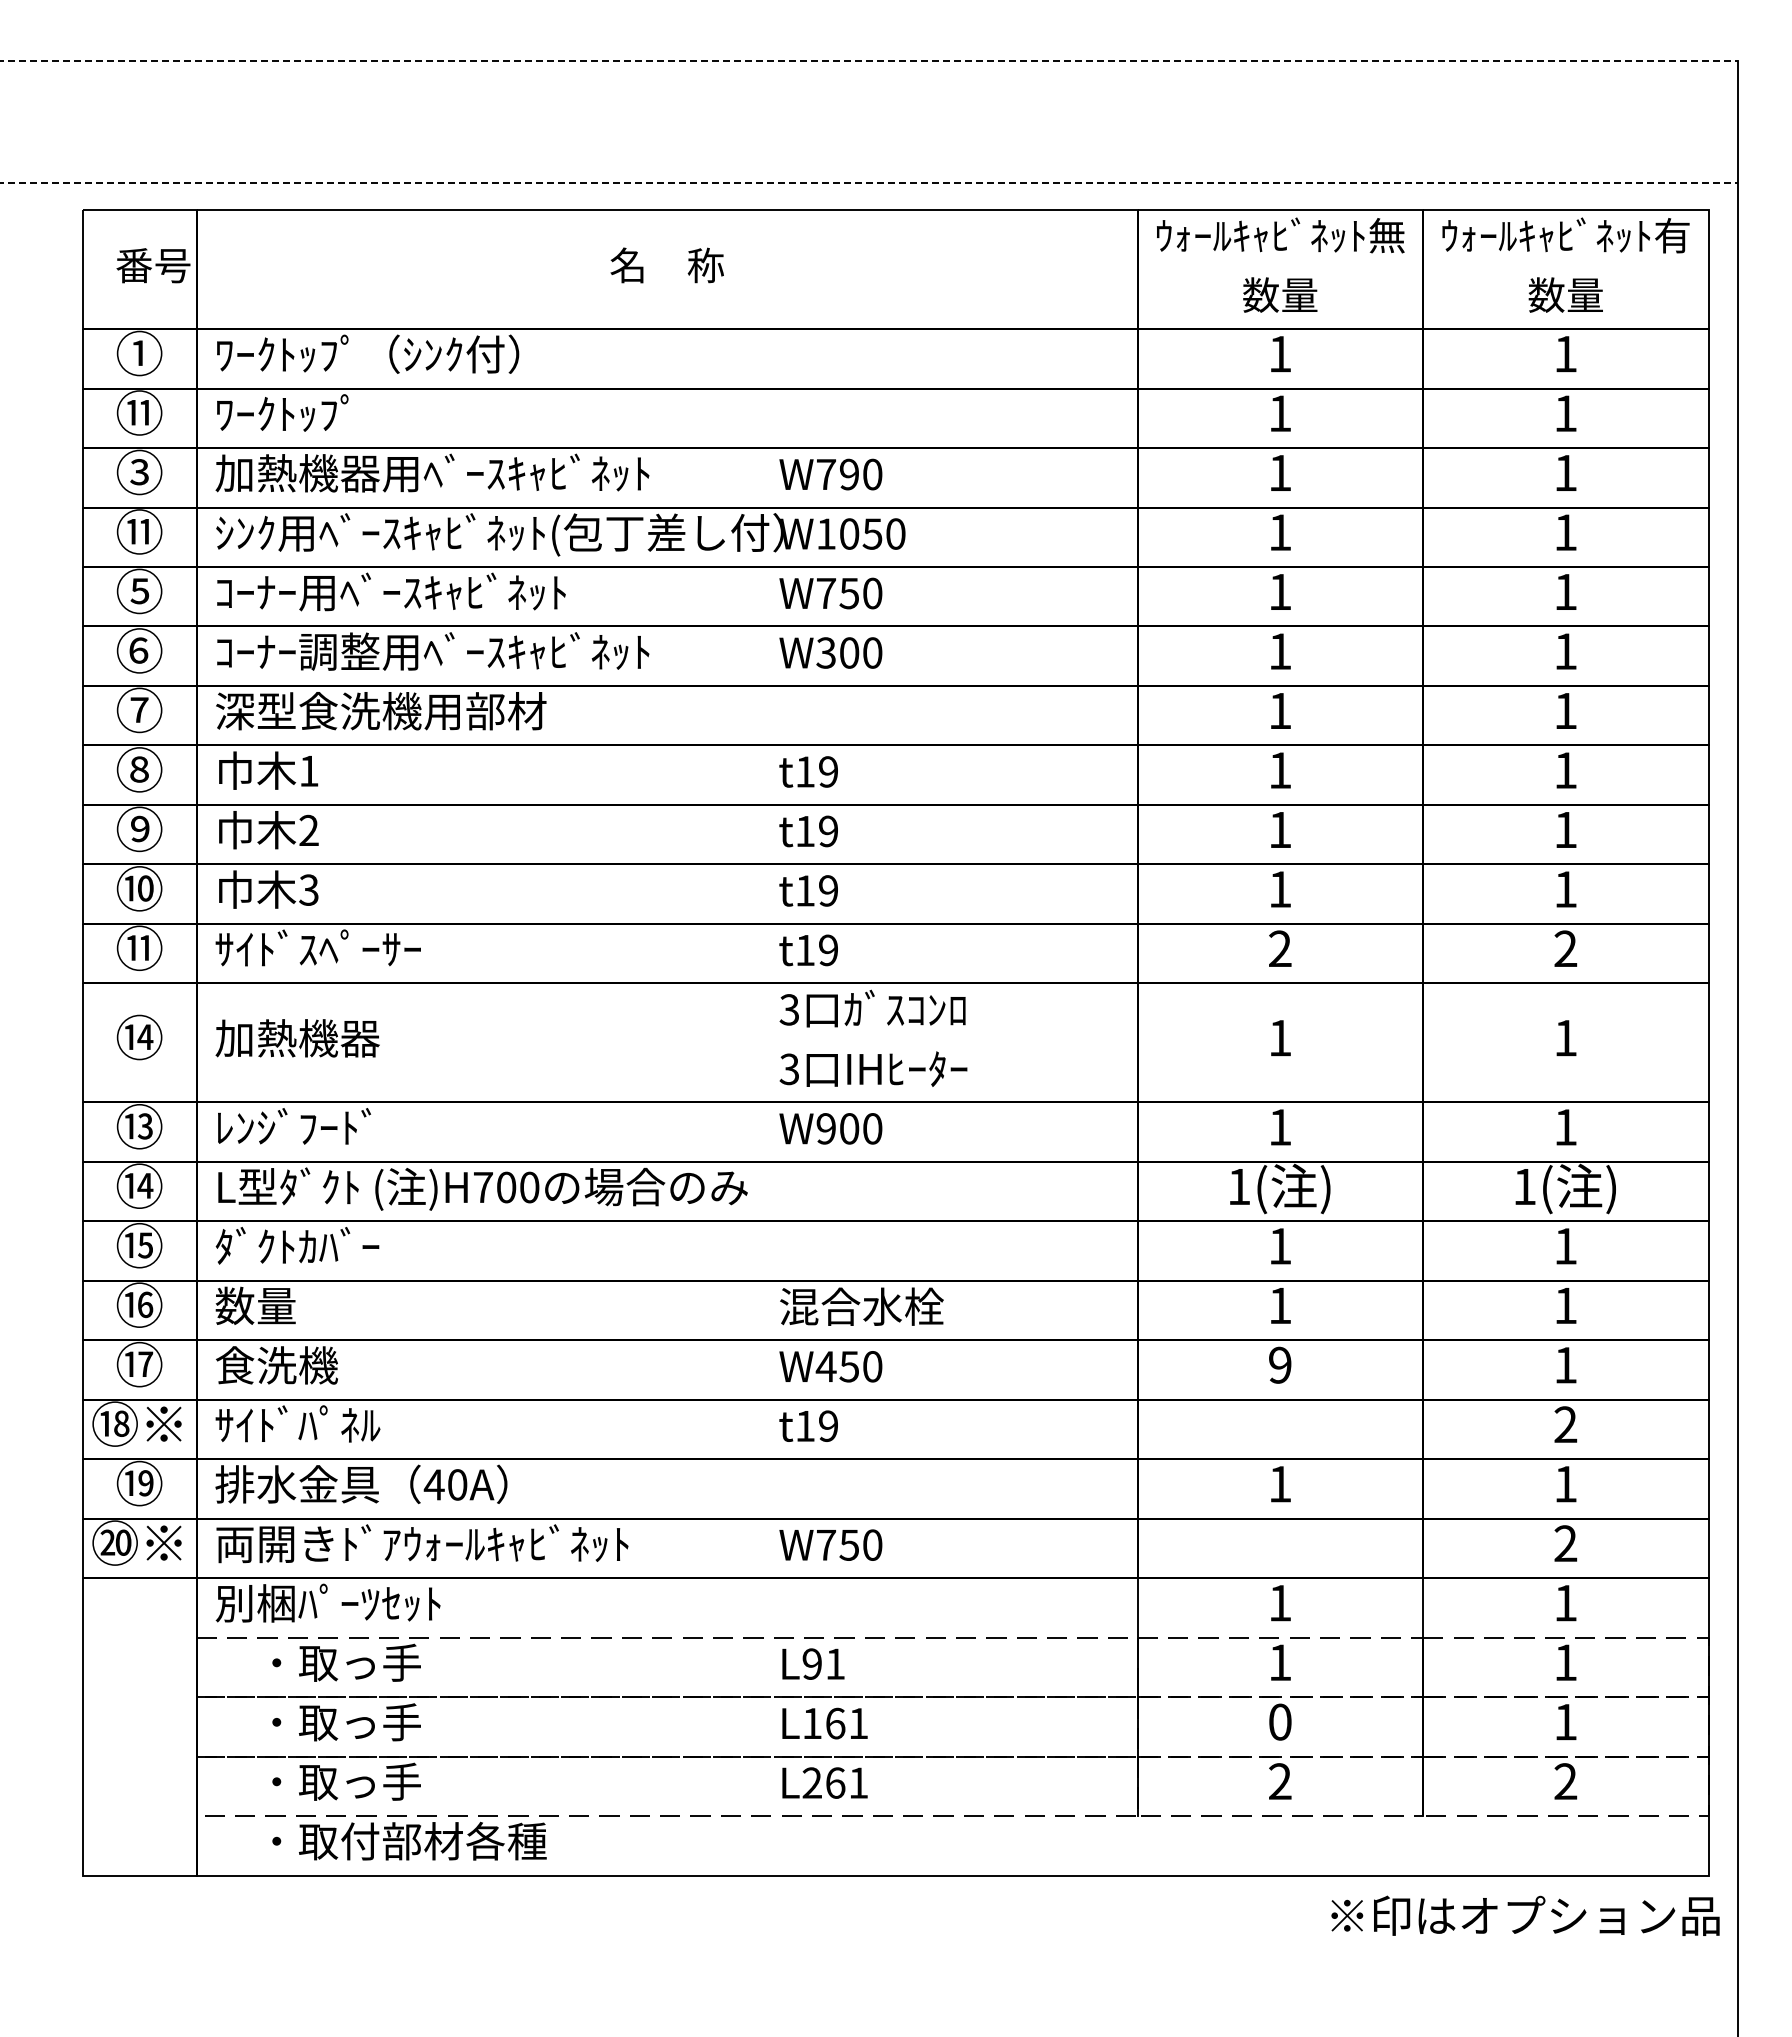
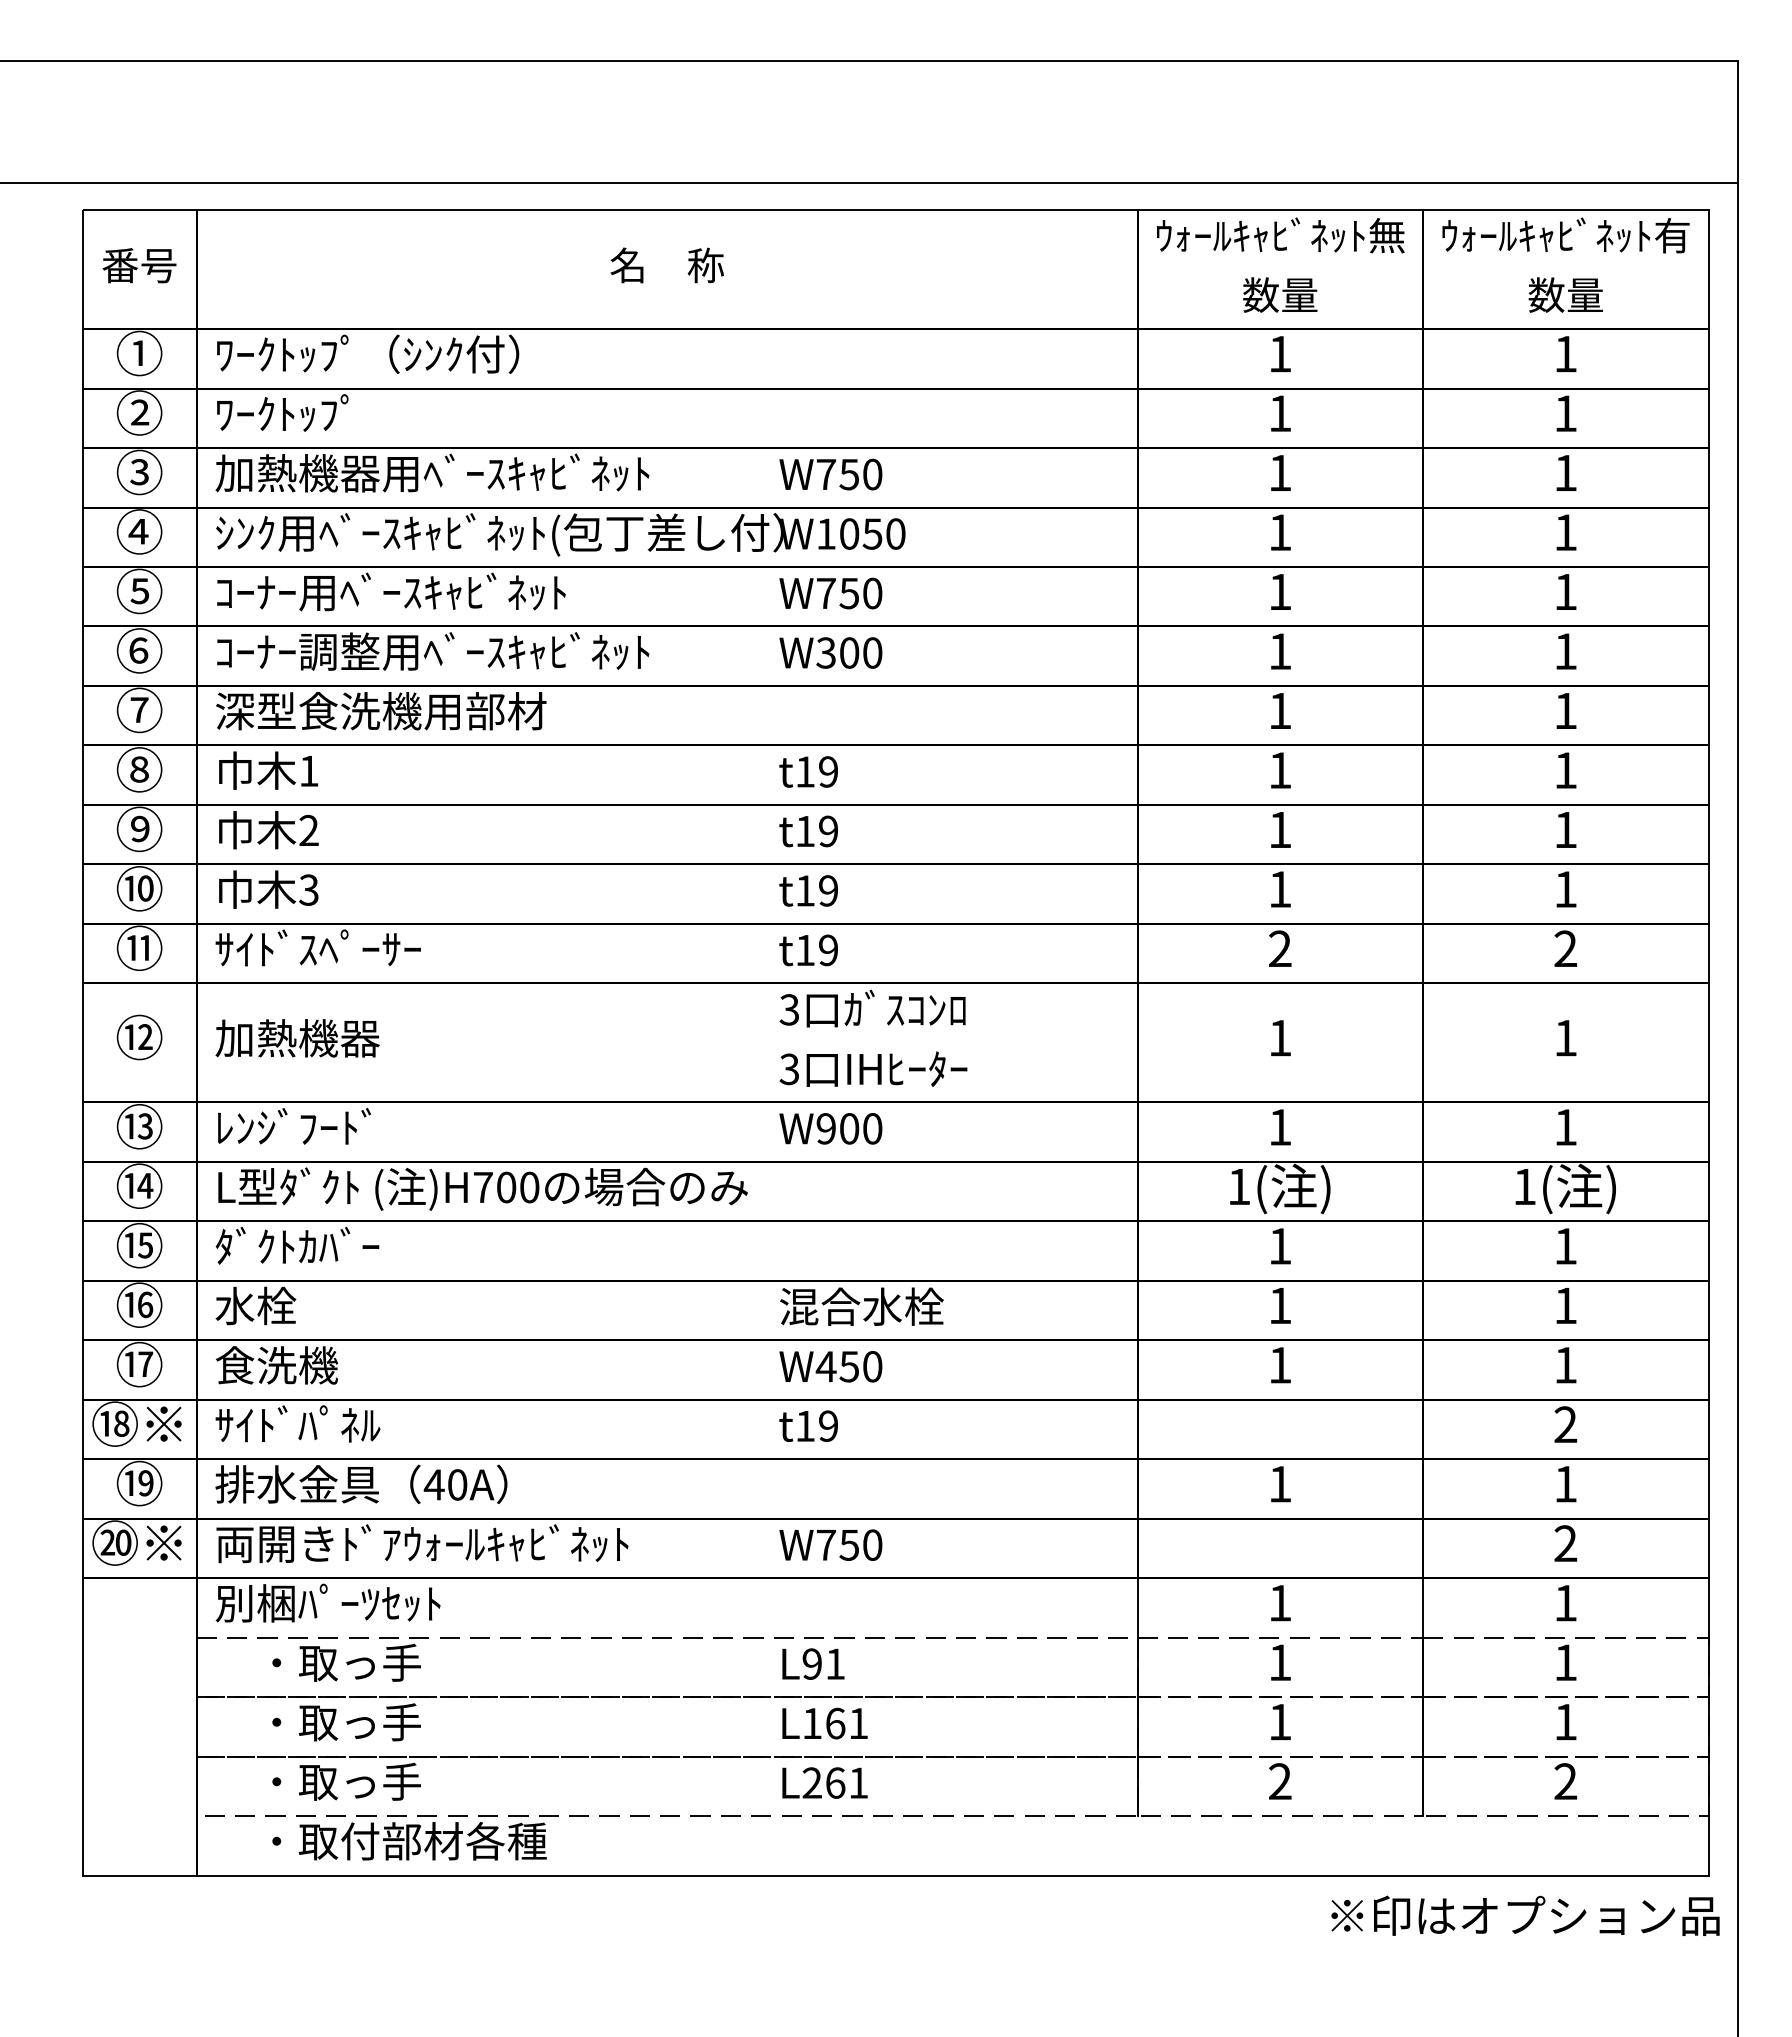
line at (870, 61): dashed -> solid
line at (870, 183): dashed -> solid
text at (153, 265) position: (153, 265) -> (139, 265)
text at (138, 412): ⑪ -> ②
text at (848, 474): W790 -> W750
text at (137, 531): ⑪ -> ④
text at (145, 1036): ⑭ -> ⑫
text at (255, 1305): 数量 -> 水栓
text at (1280, 1364): 9 -> 1
text at (1280, 1721): 0 -> 1
